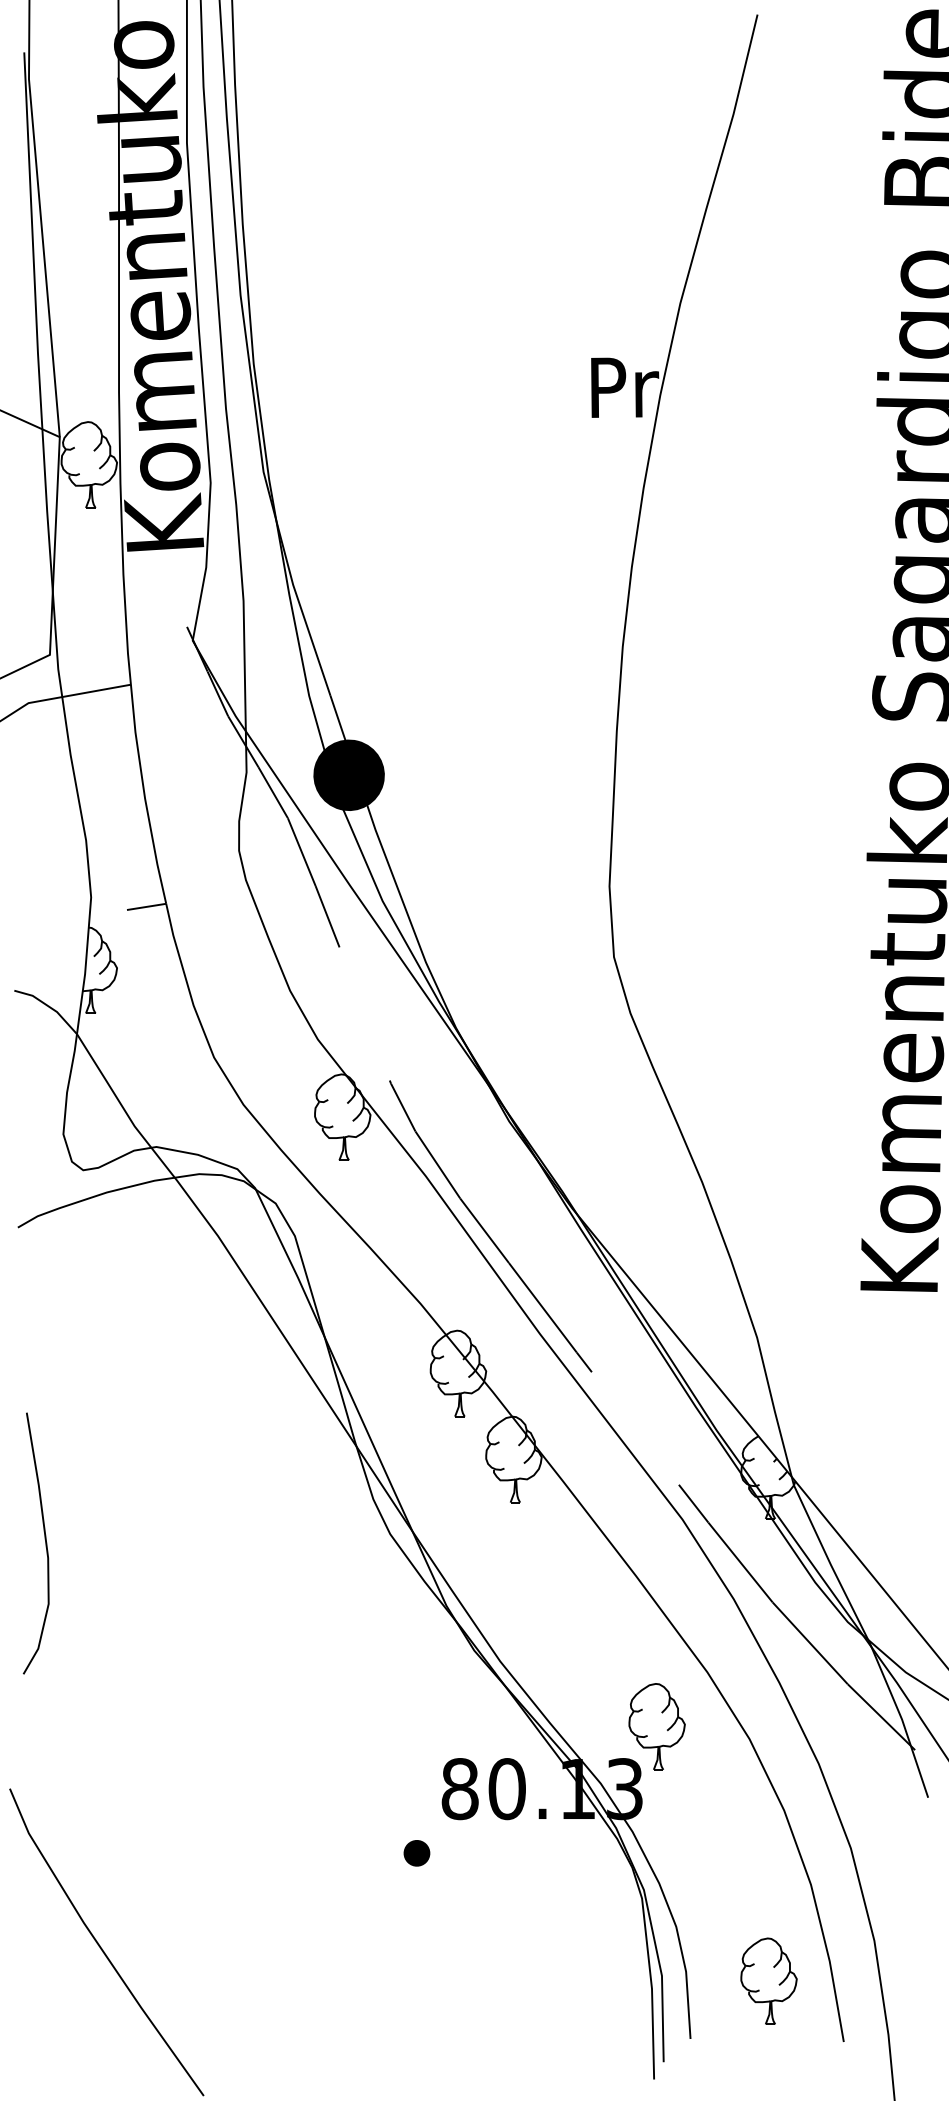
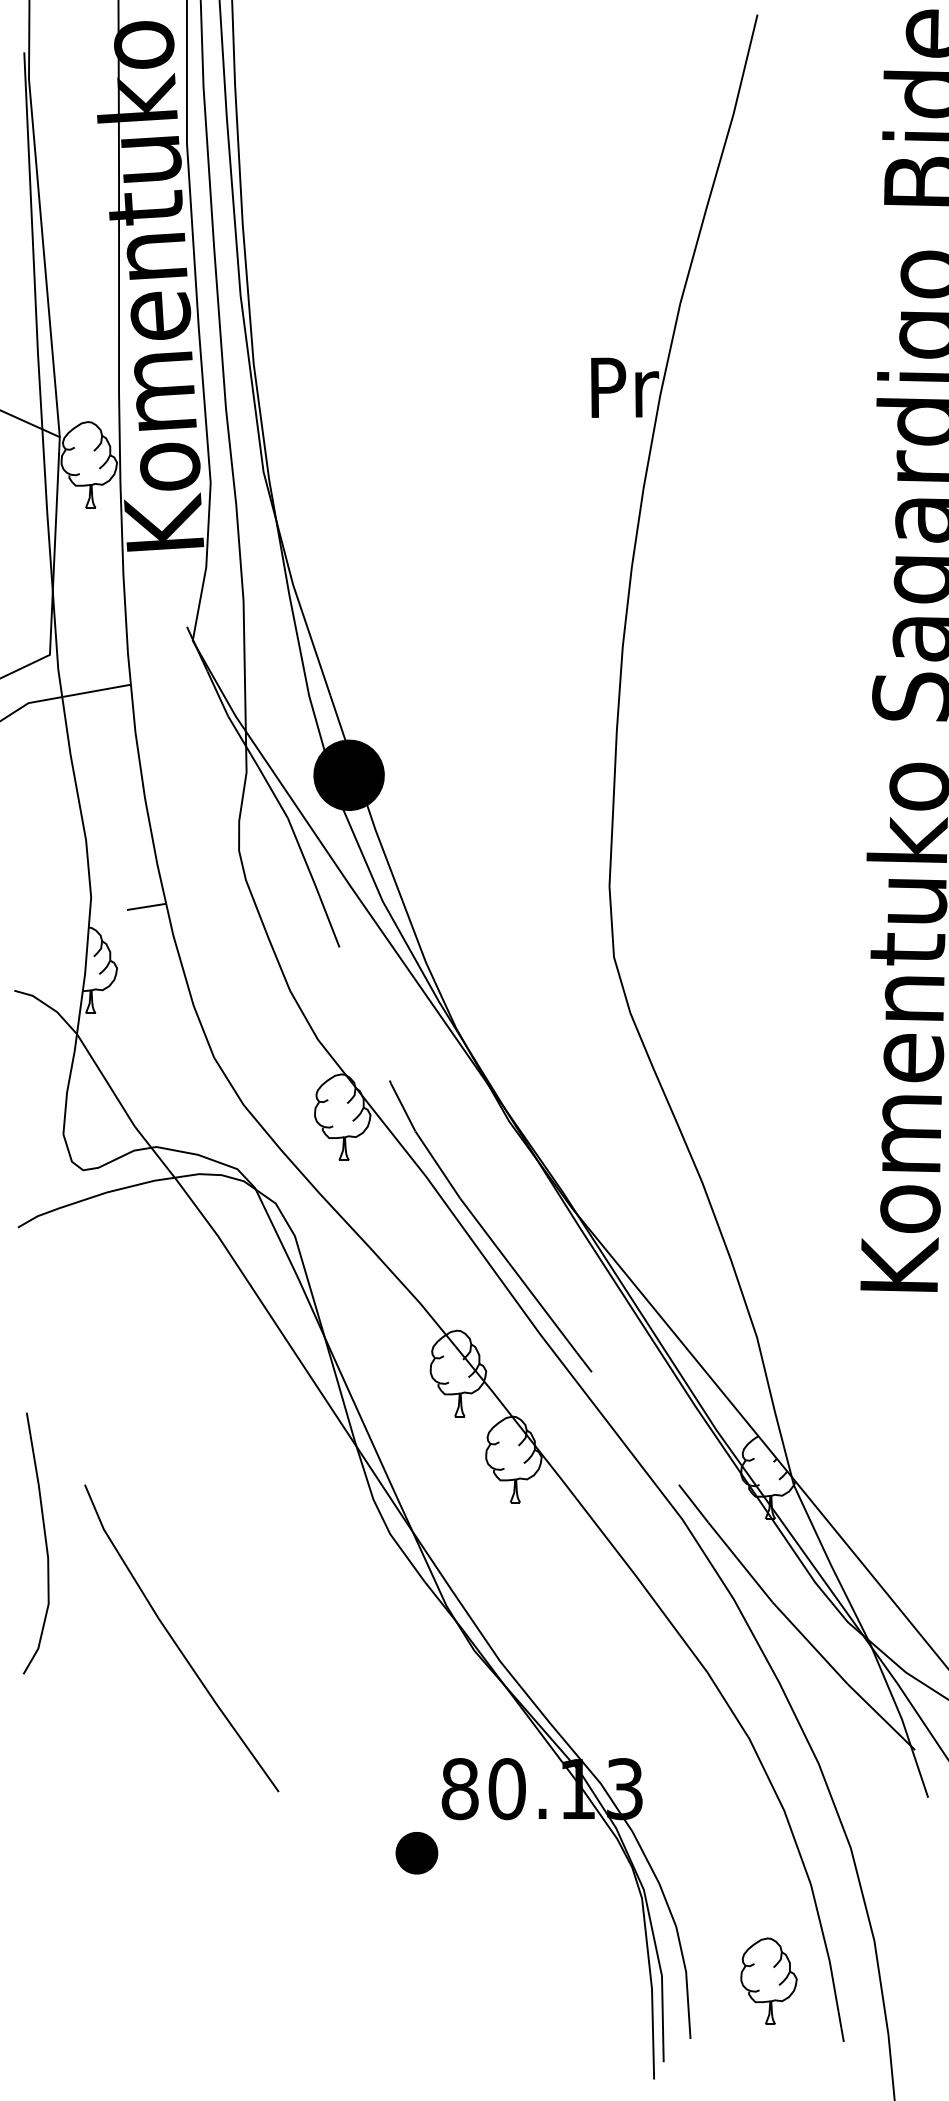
part at (656, 1726): present -> none
part at (416, 1853) size: 28x27 px -> 44x43 px
line at (100, 1945) position: (100, 1945) -> (175, 1641)
